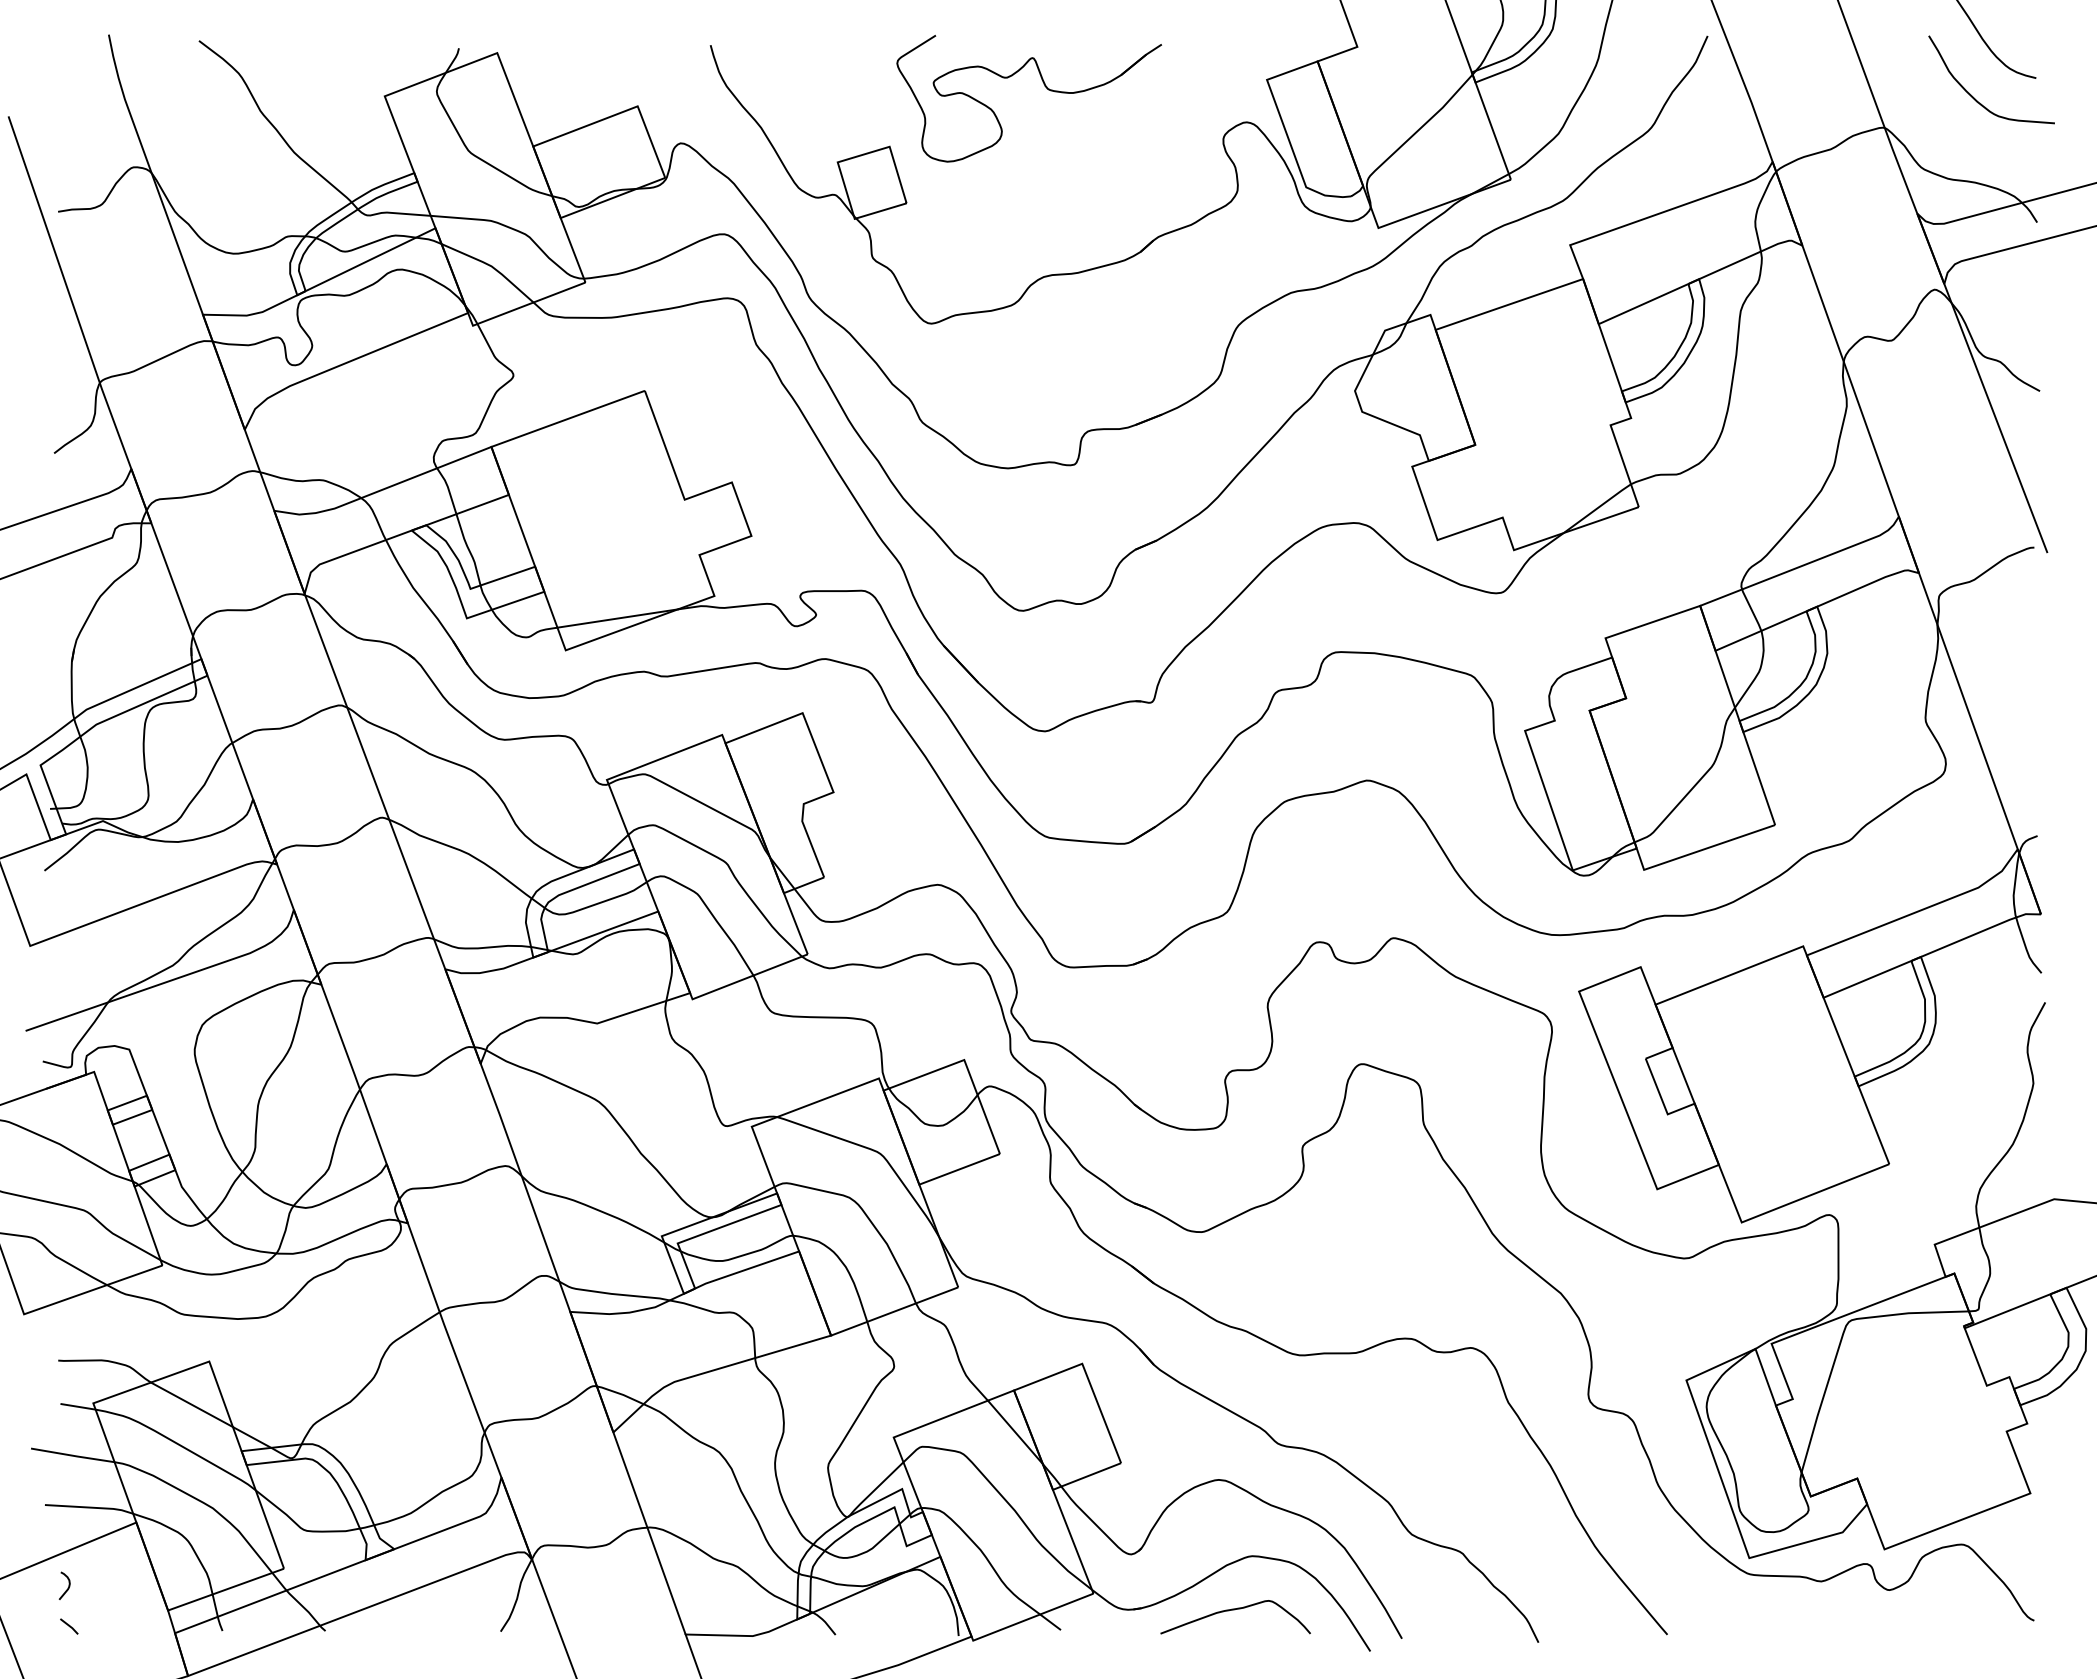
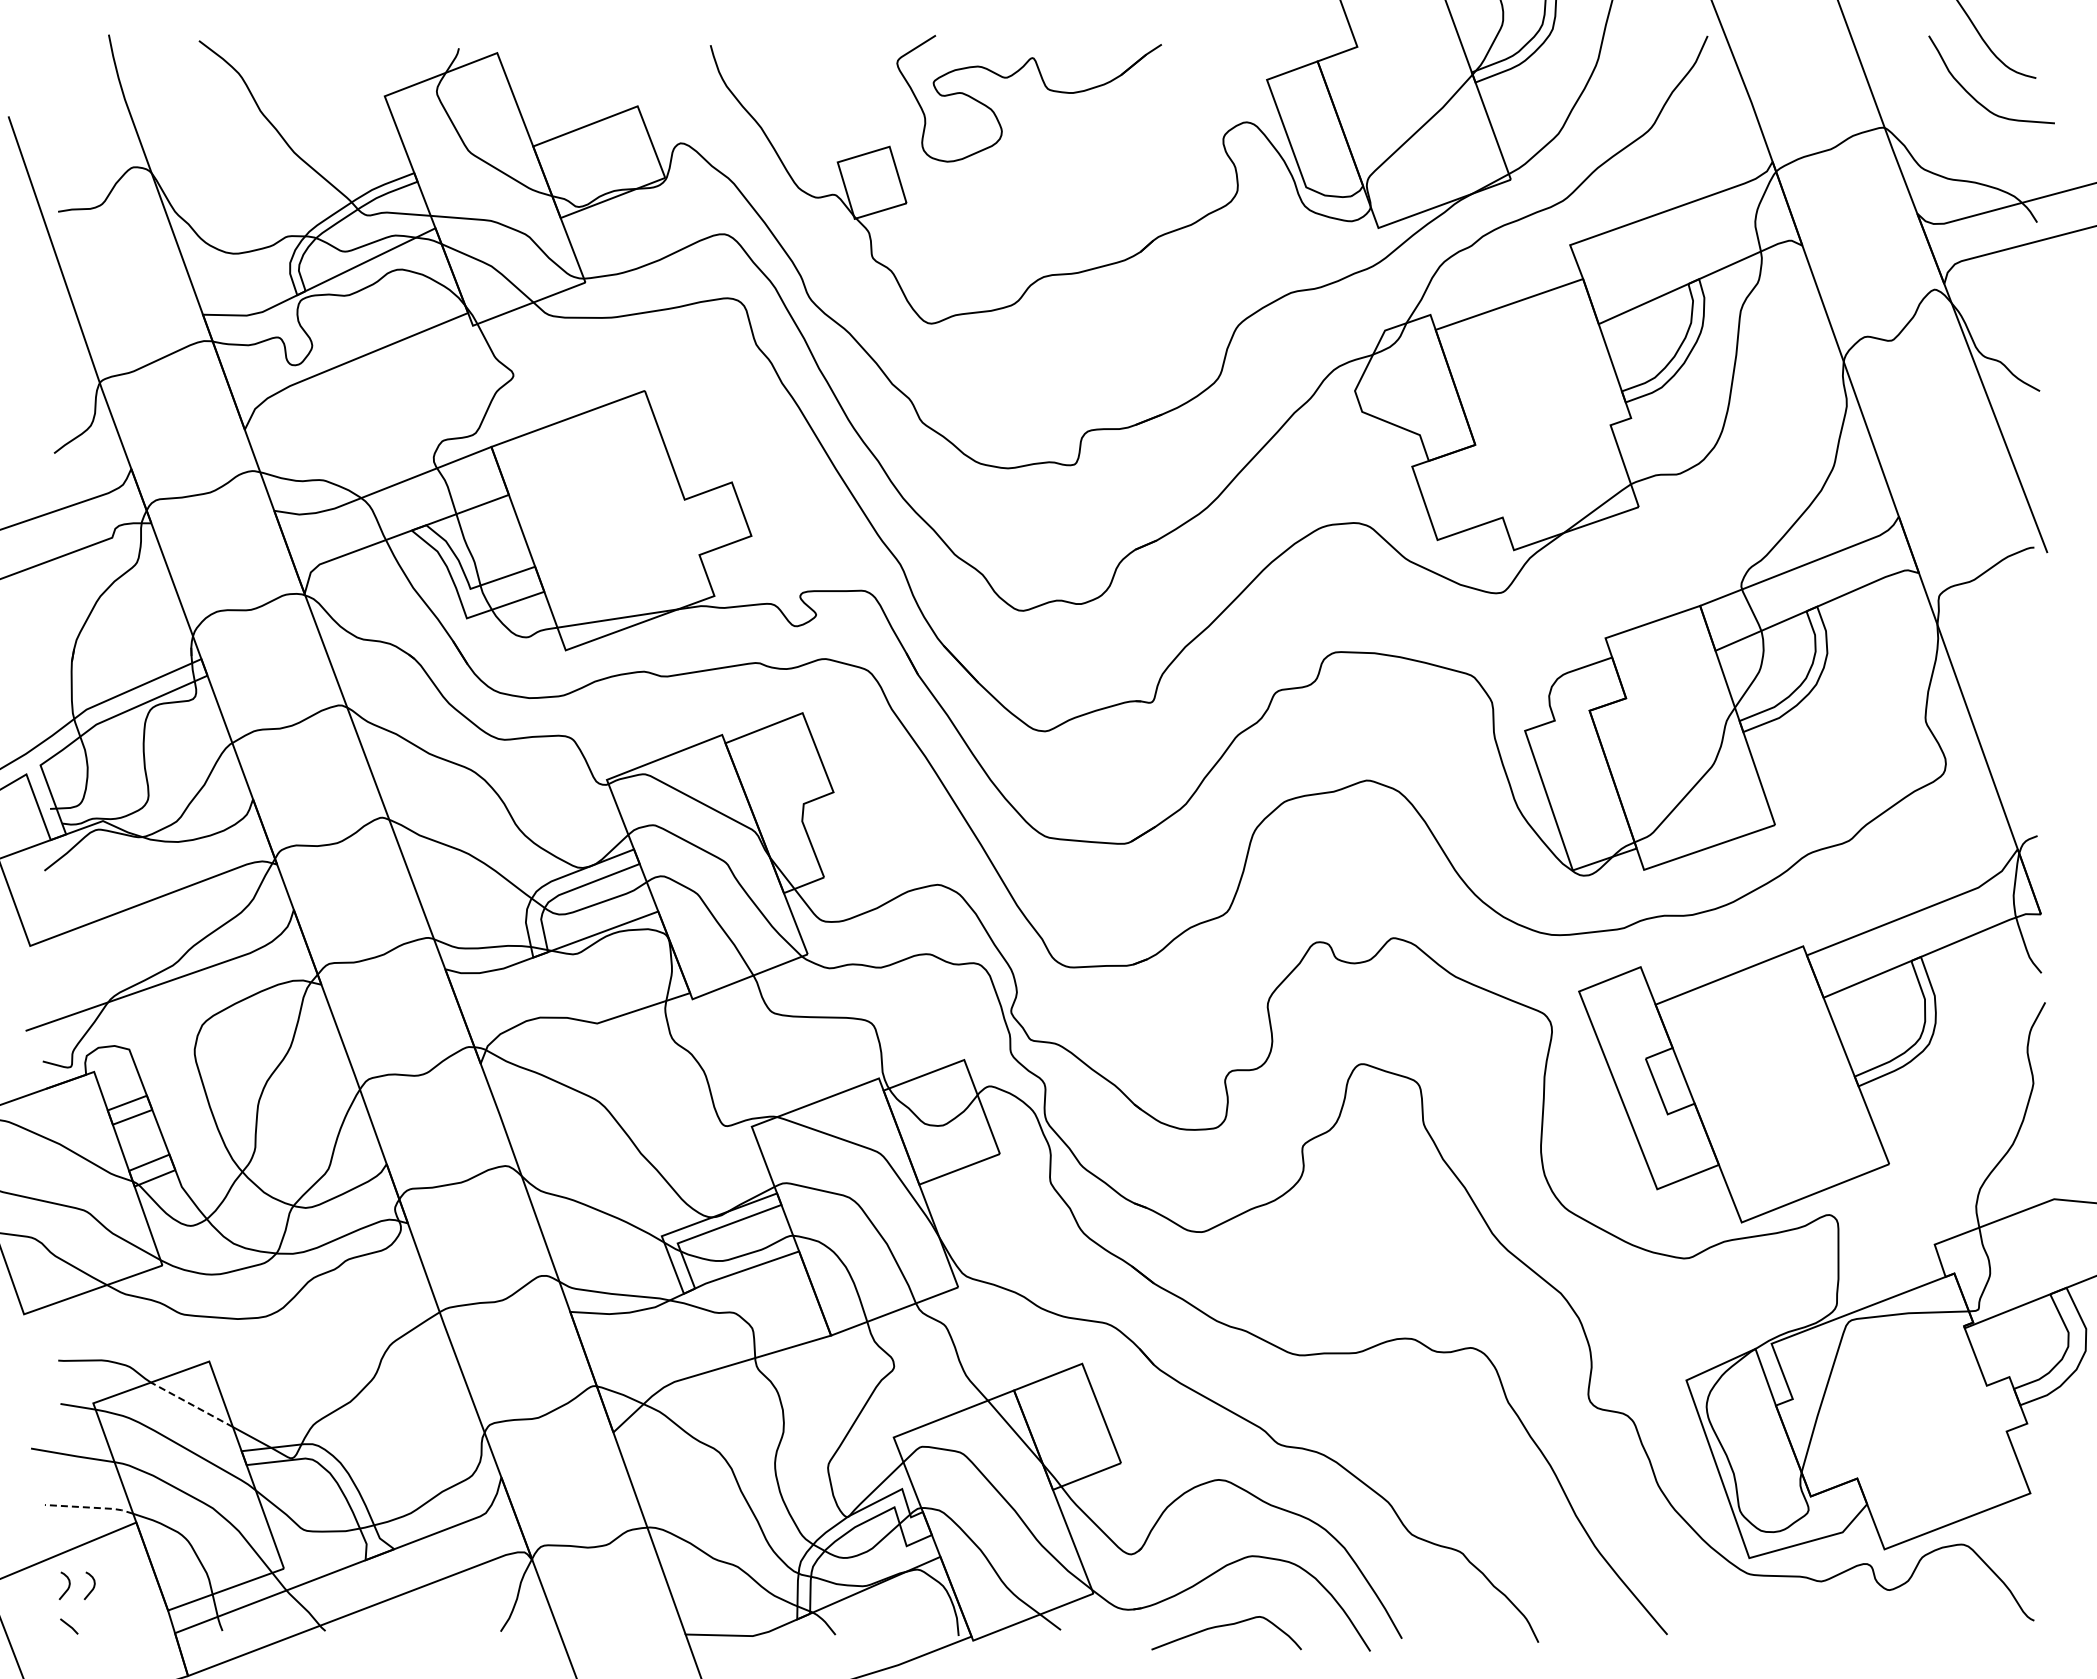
line at (191, 1404): solid -> dashed
line at (90, 1507): solid -> dashed
curve at (92, 1587): none -> present
curve at (1234, 1610) position: (1234, 1610) -> (1225, 1626)
